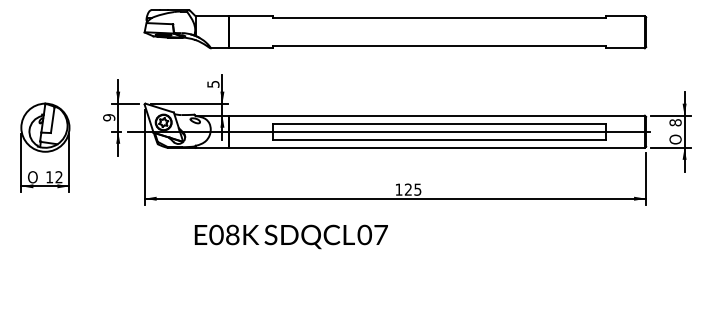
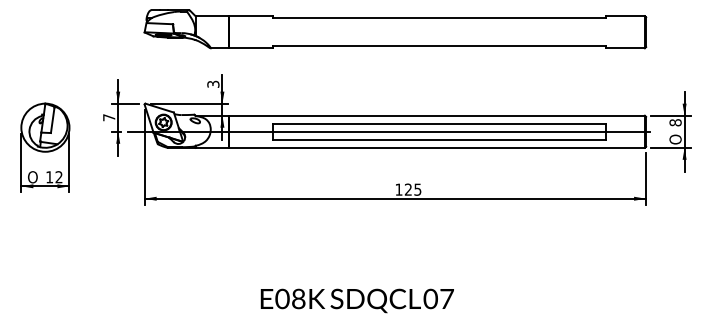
text at (212, 83): 5 -> 3
text at (109, 117): 9 -> 7
text at (290, 236) position: (290, 236) -> (356, 300)
